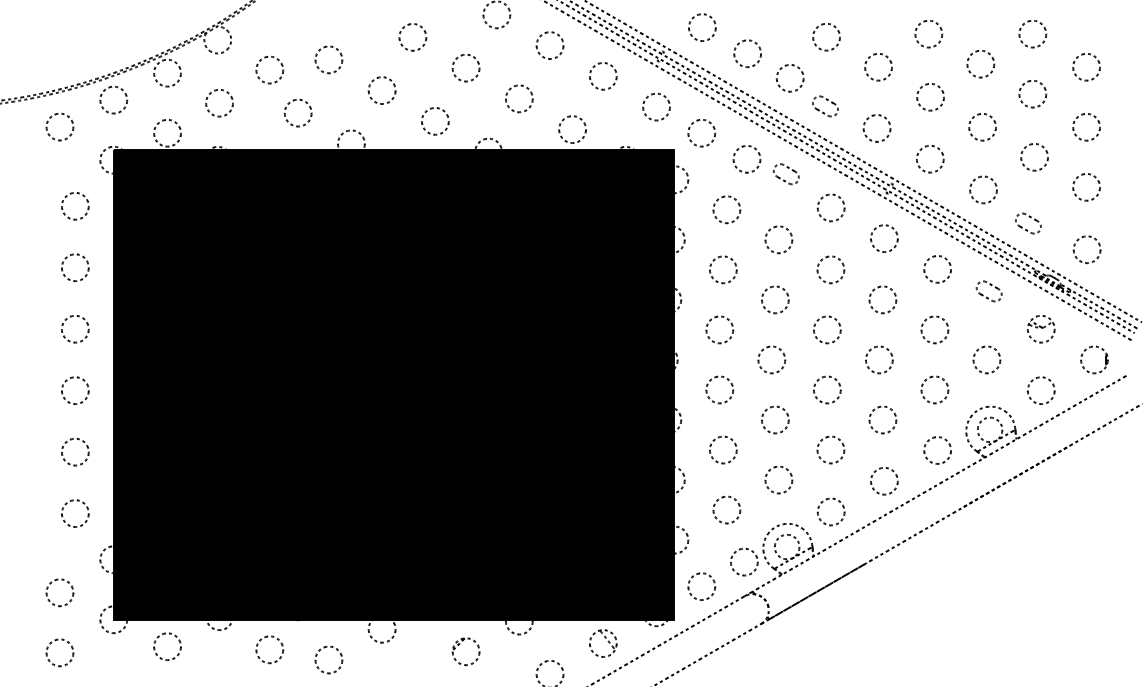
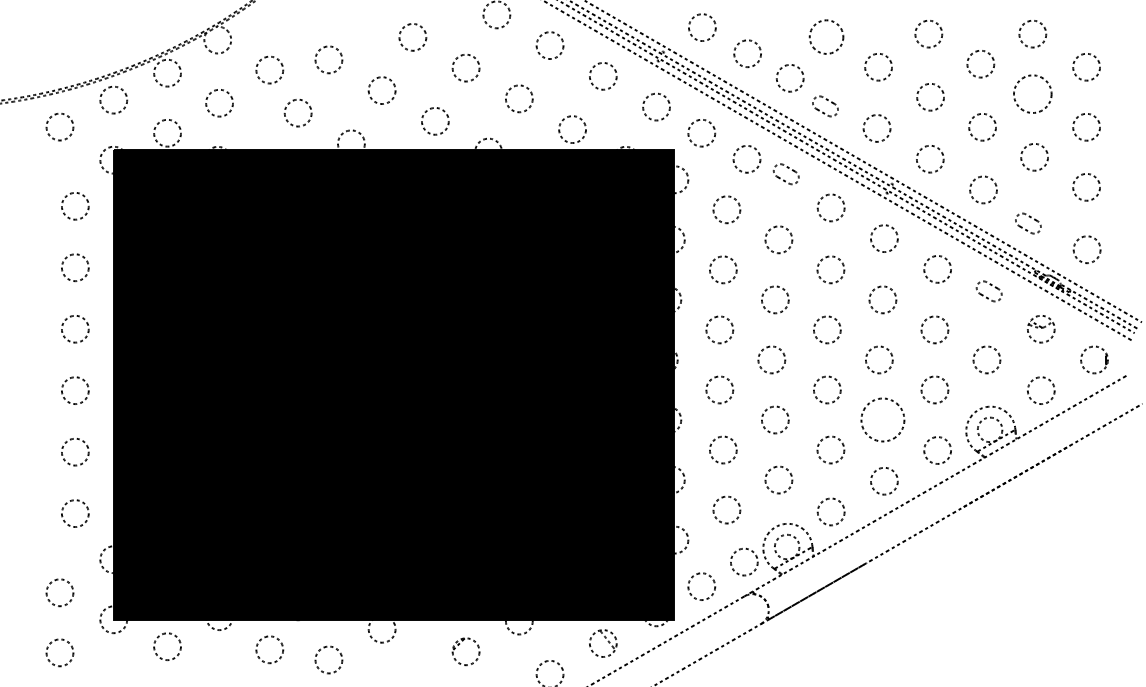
circle at (826, 37) size: 29x29 px -> 37x36 px
circle at (1032, 93) diameter: 27 px -> 38 px
circle at (882, 419) diameter: 27 px -> 43 px
